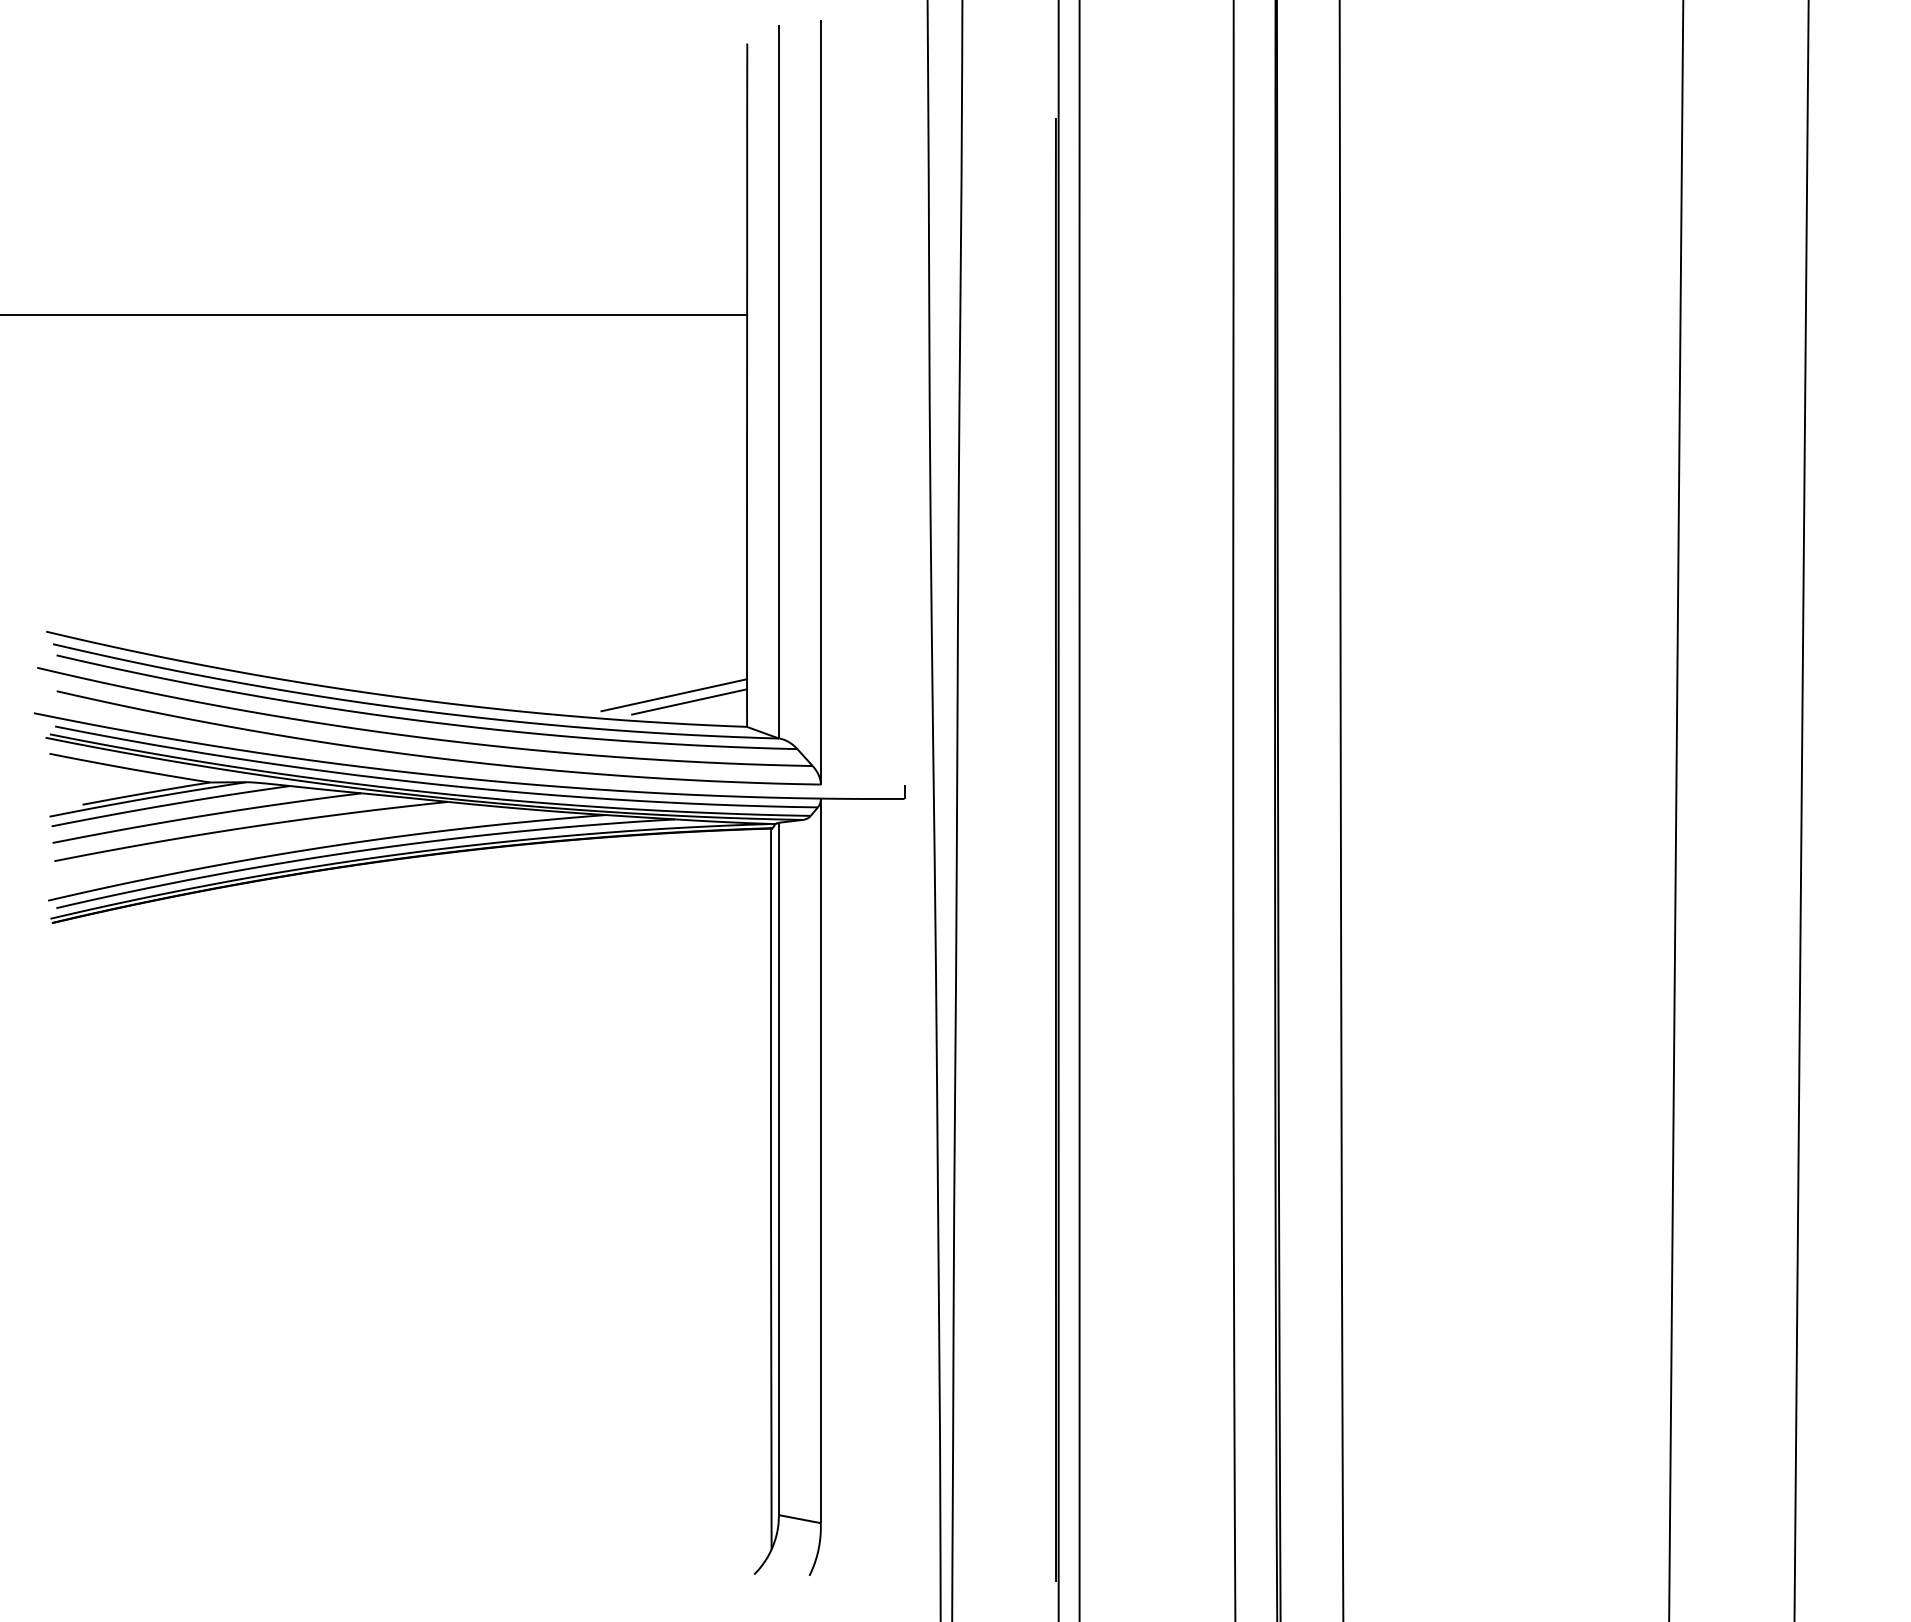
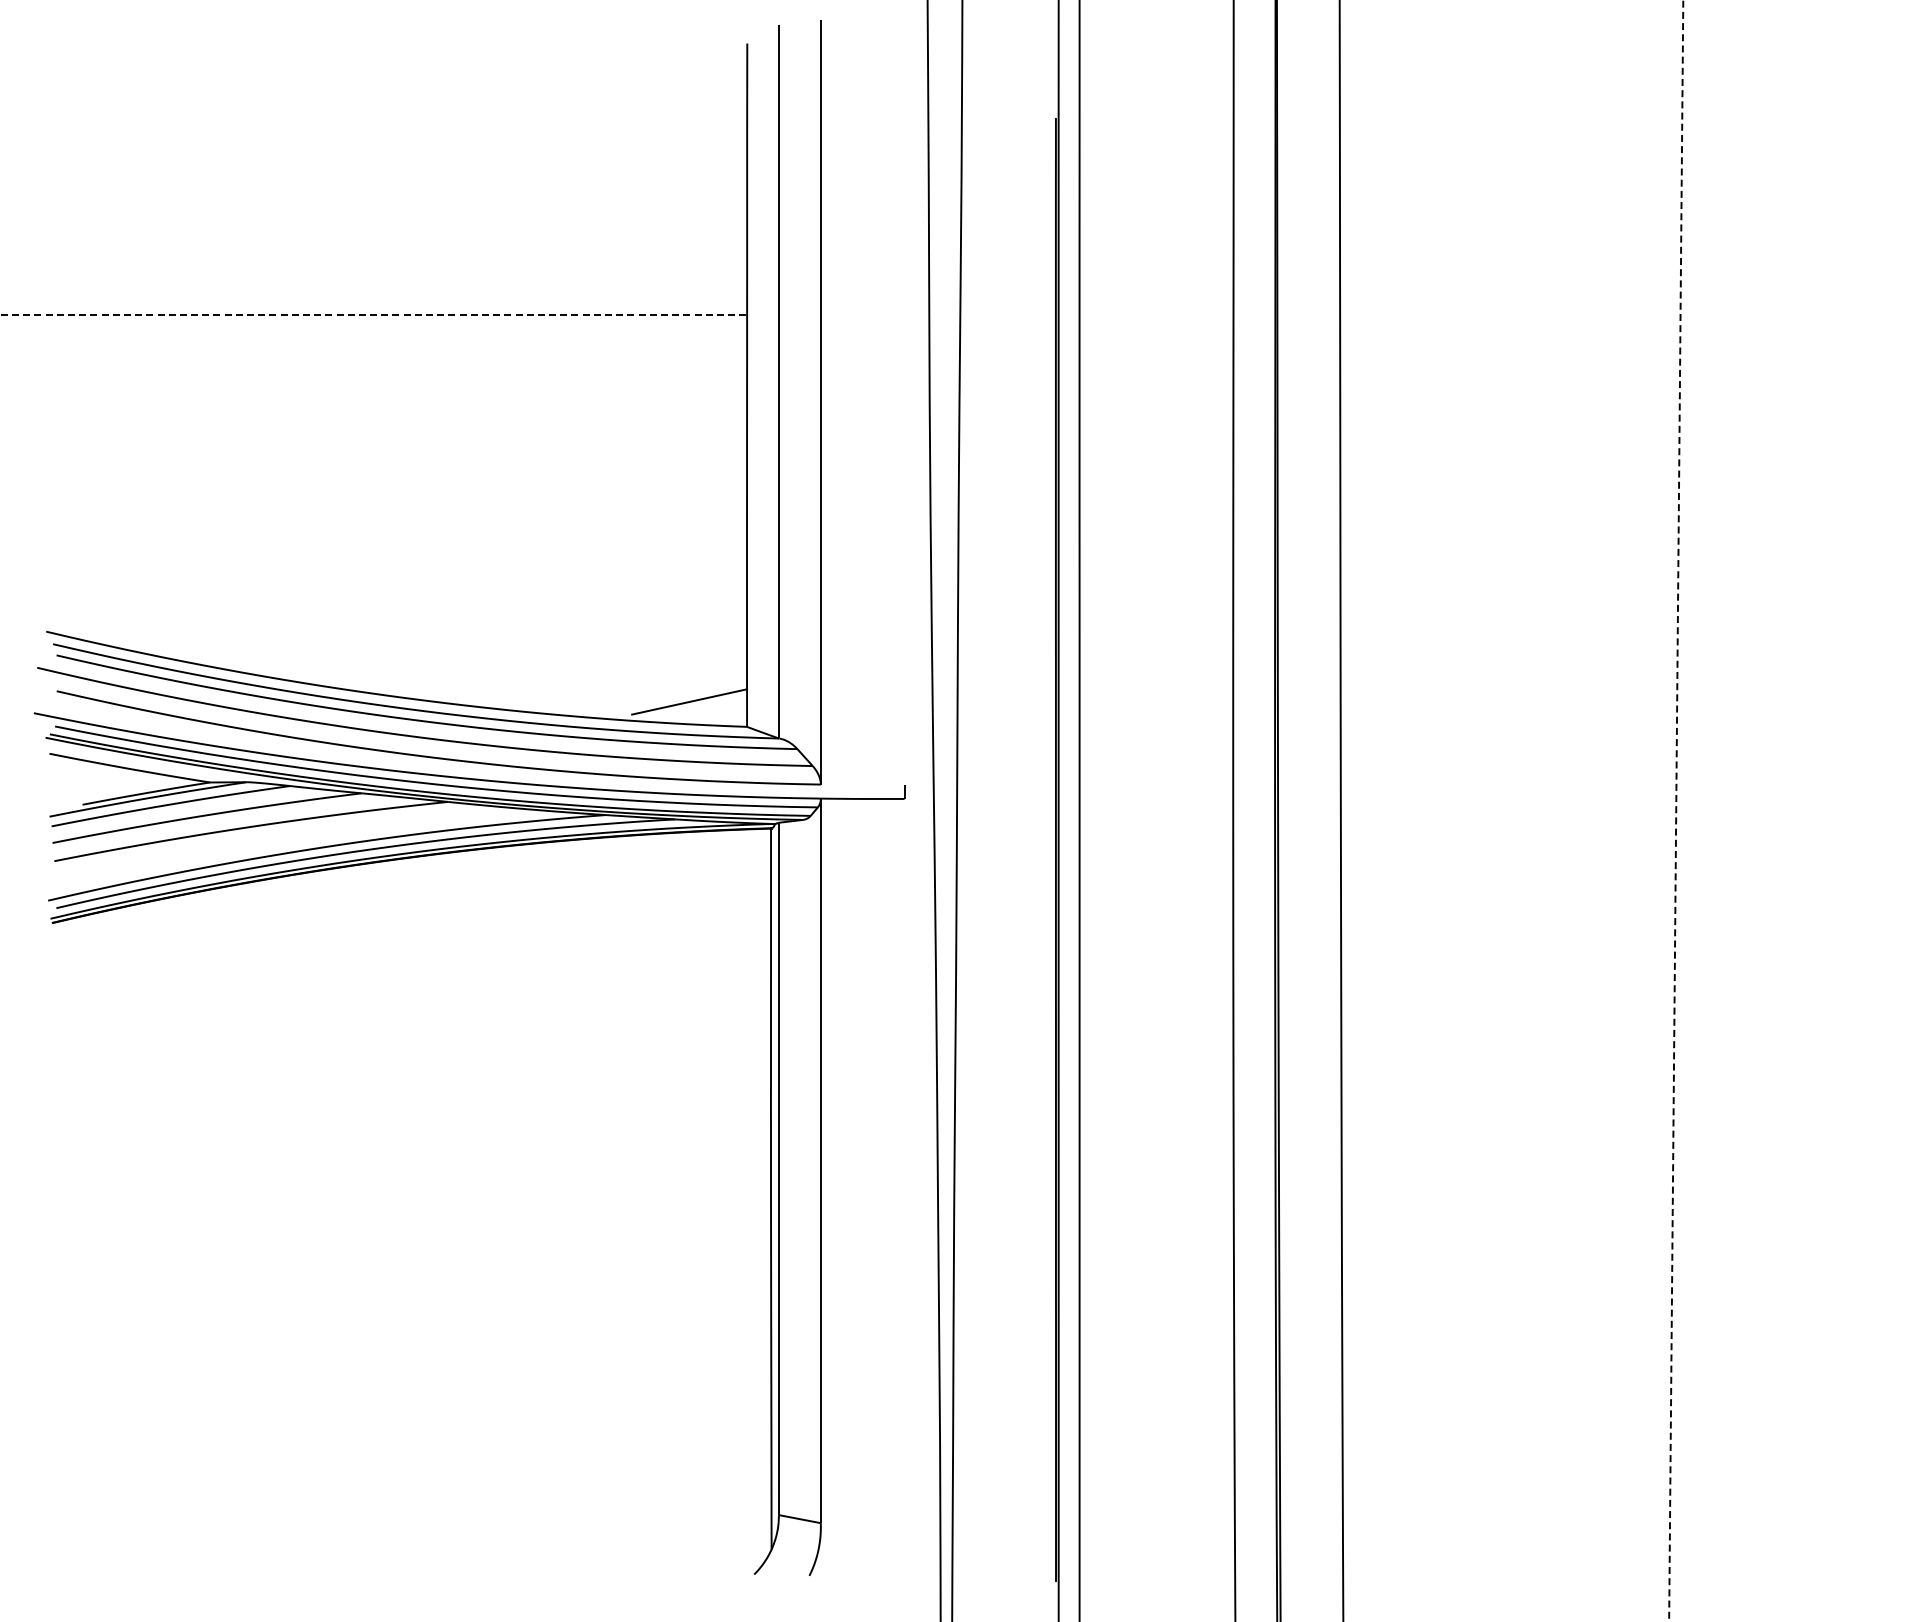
line at (374, 314): solid -> dashed
line at (674, 695): present -> none
line at (1676, 810): solid -> dashed
line at (1801, 810): present -> none
